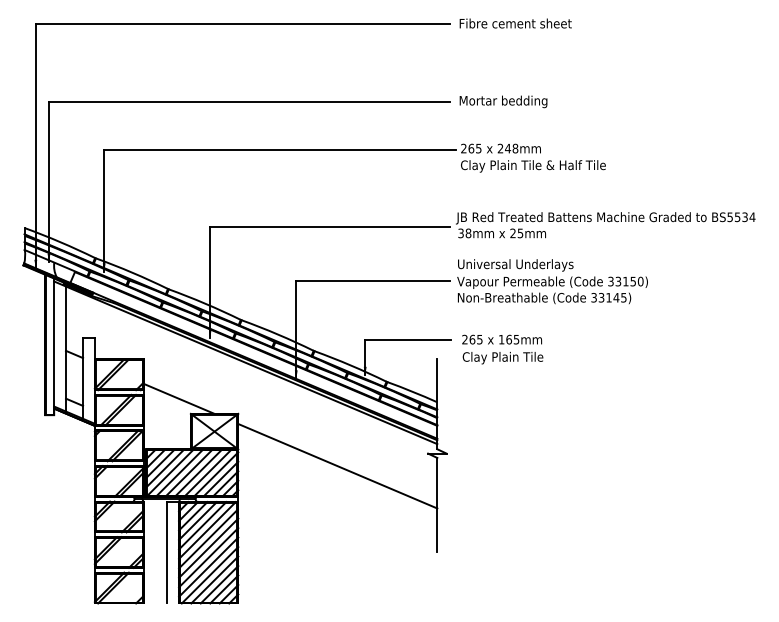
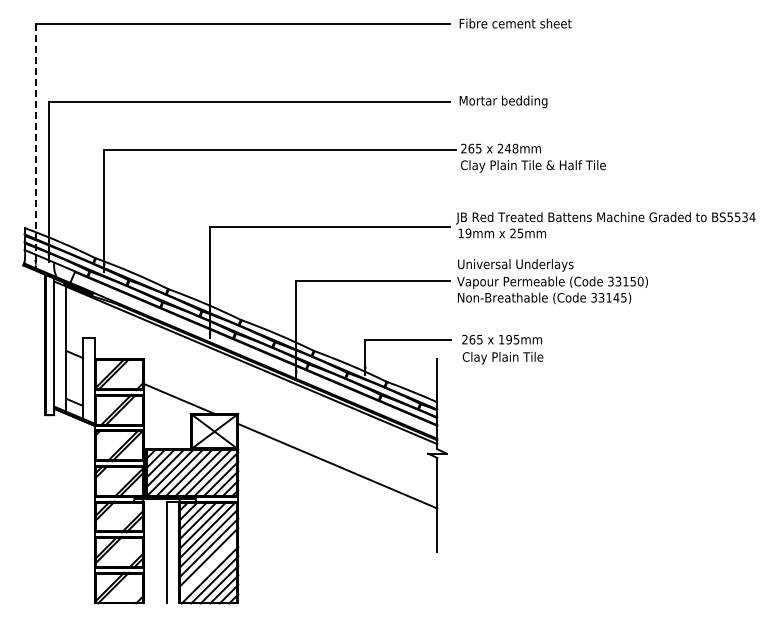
line at (35, 146): solid -> dashed
text at (464, 233): 38mm -> 19mm
text at (509, 339): 165mm -> 195mm
line at (208, 566): present -> none
